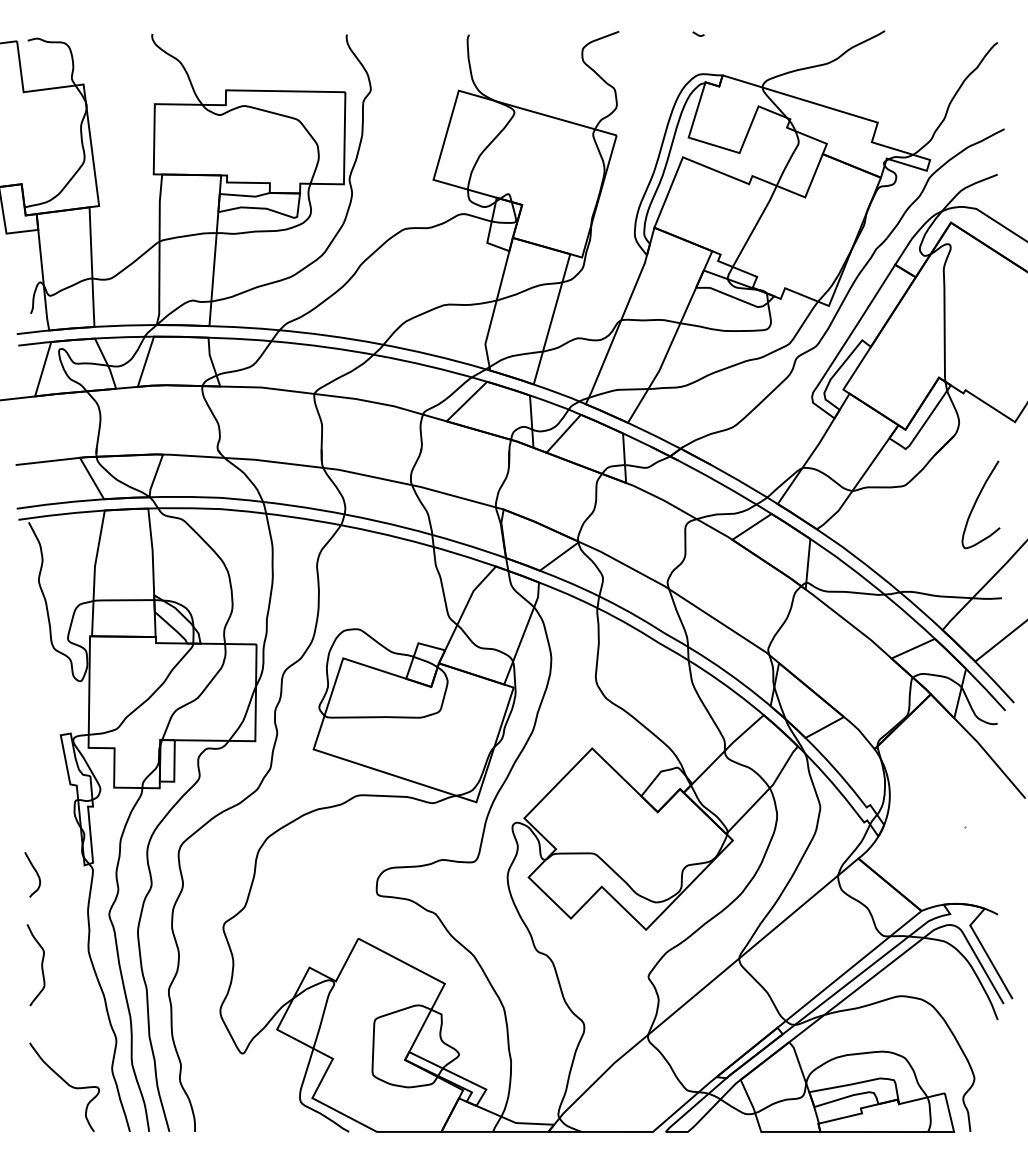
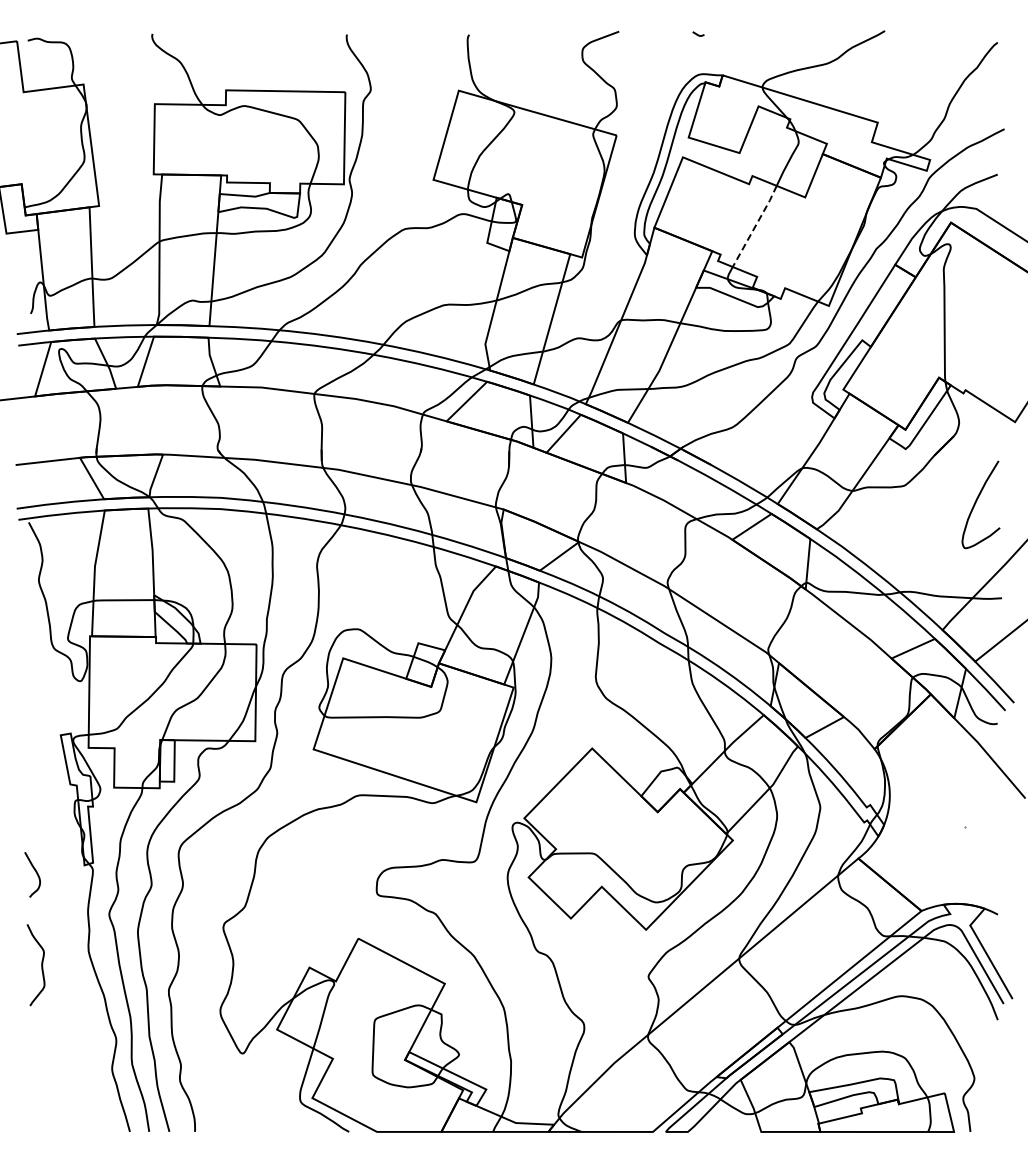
line at (755, 226): solid -> dashed
curve at (66, 1084): present -> none
